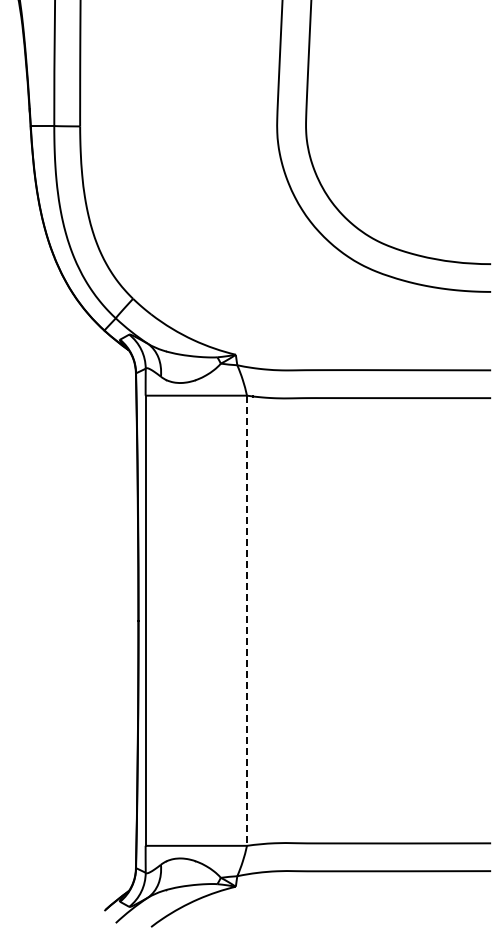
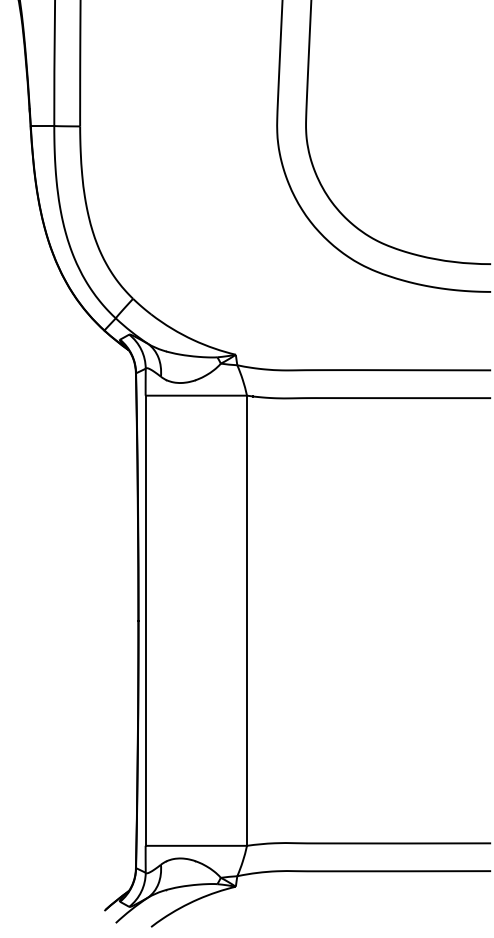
line at (247, 621): dashed -> solid
